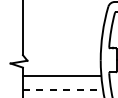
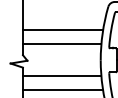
line at (62, 29): none -> present
line at (61, 43): none -> present
line at (63, 89): dashed -> solid
